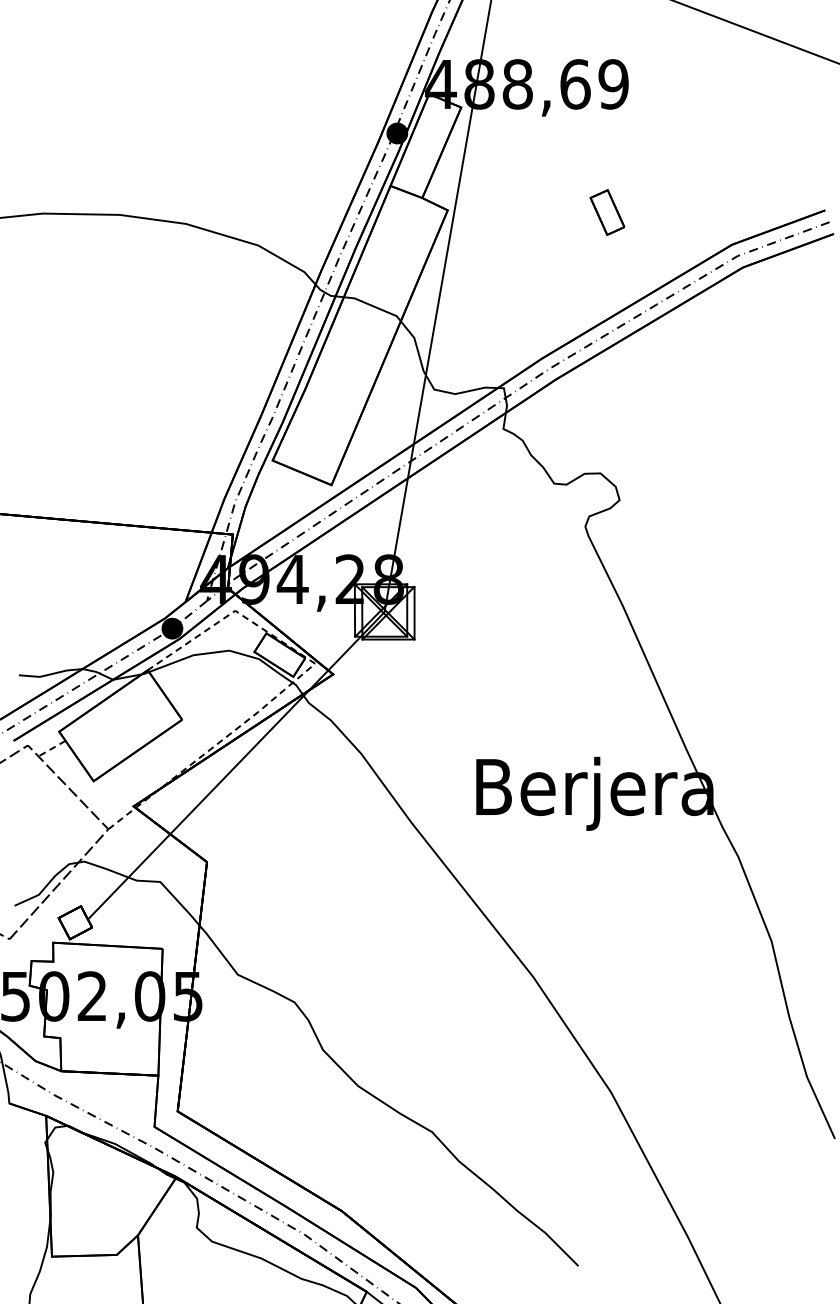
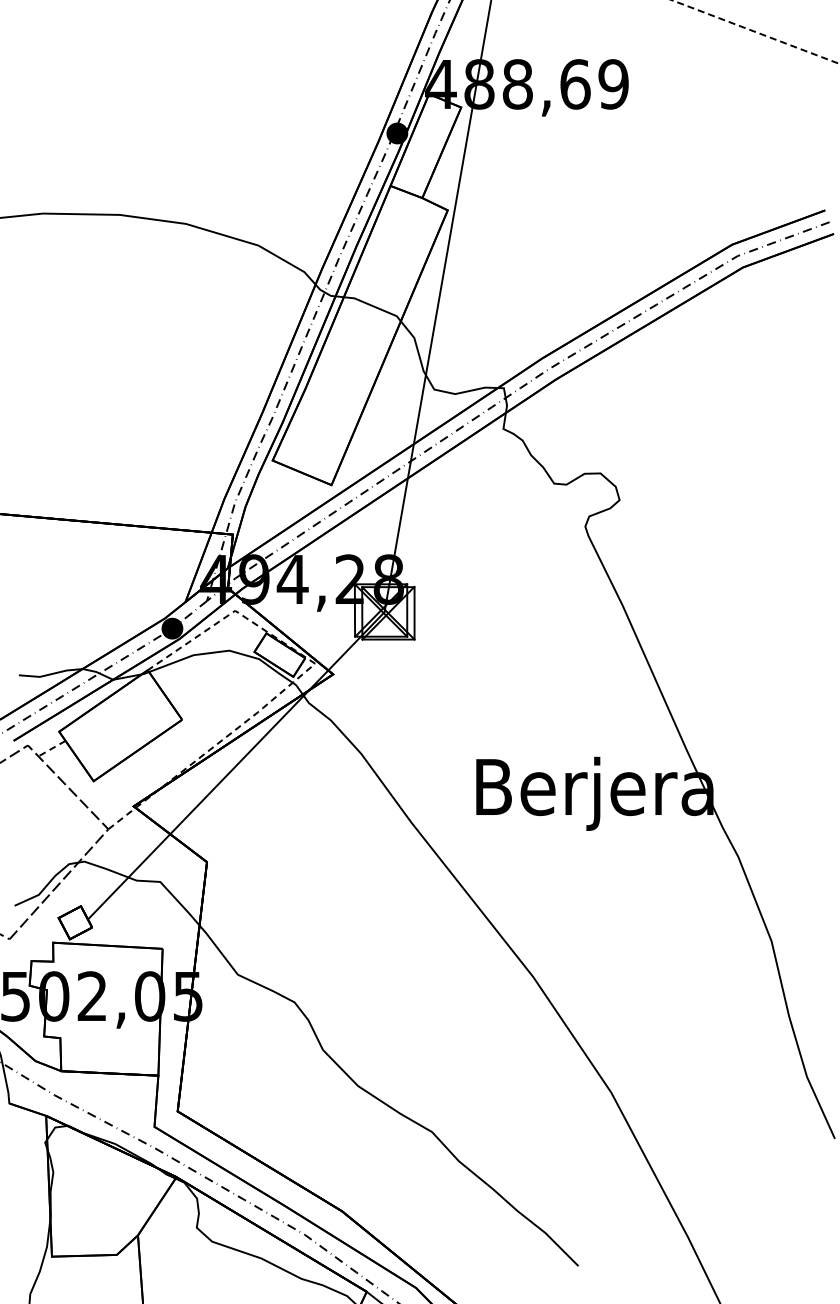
line at (755, 32): solid -> dashed
part at (607, 212): present -> none
